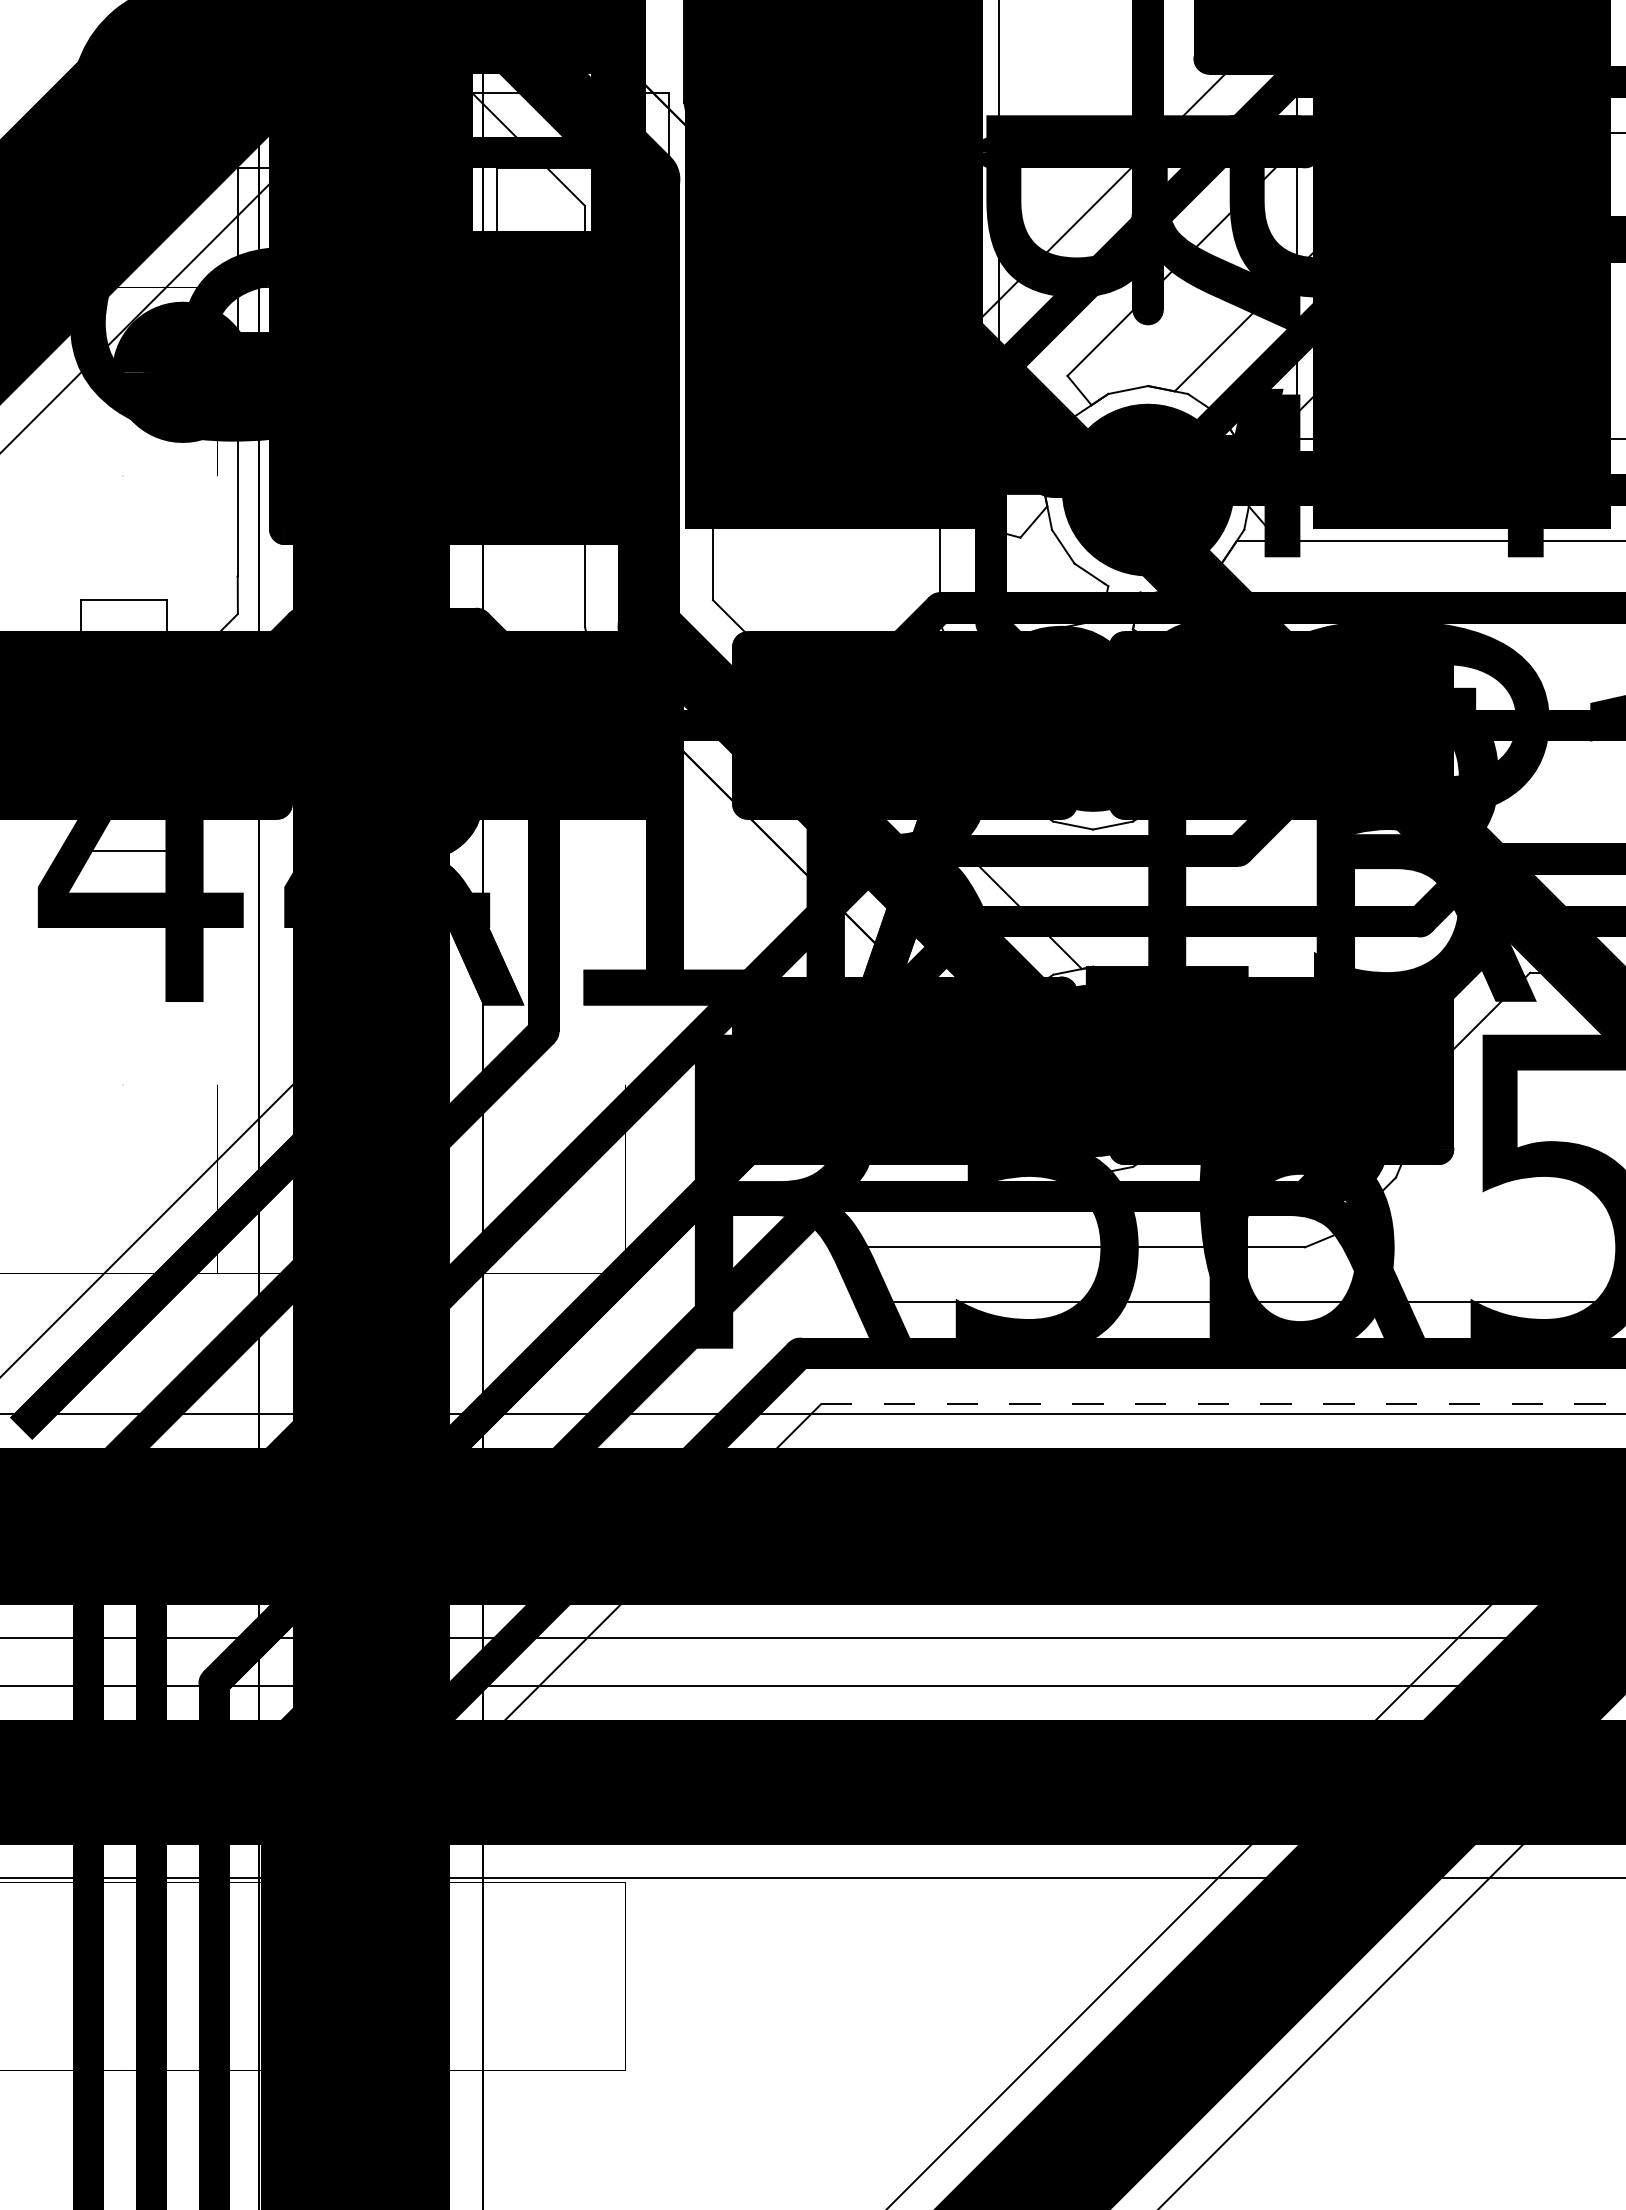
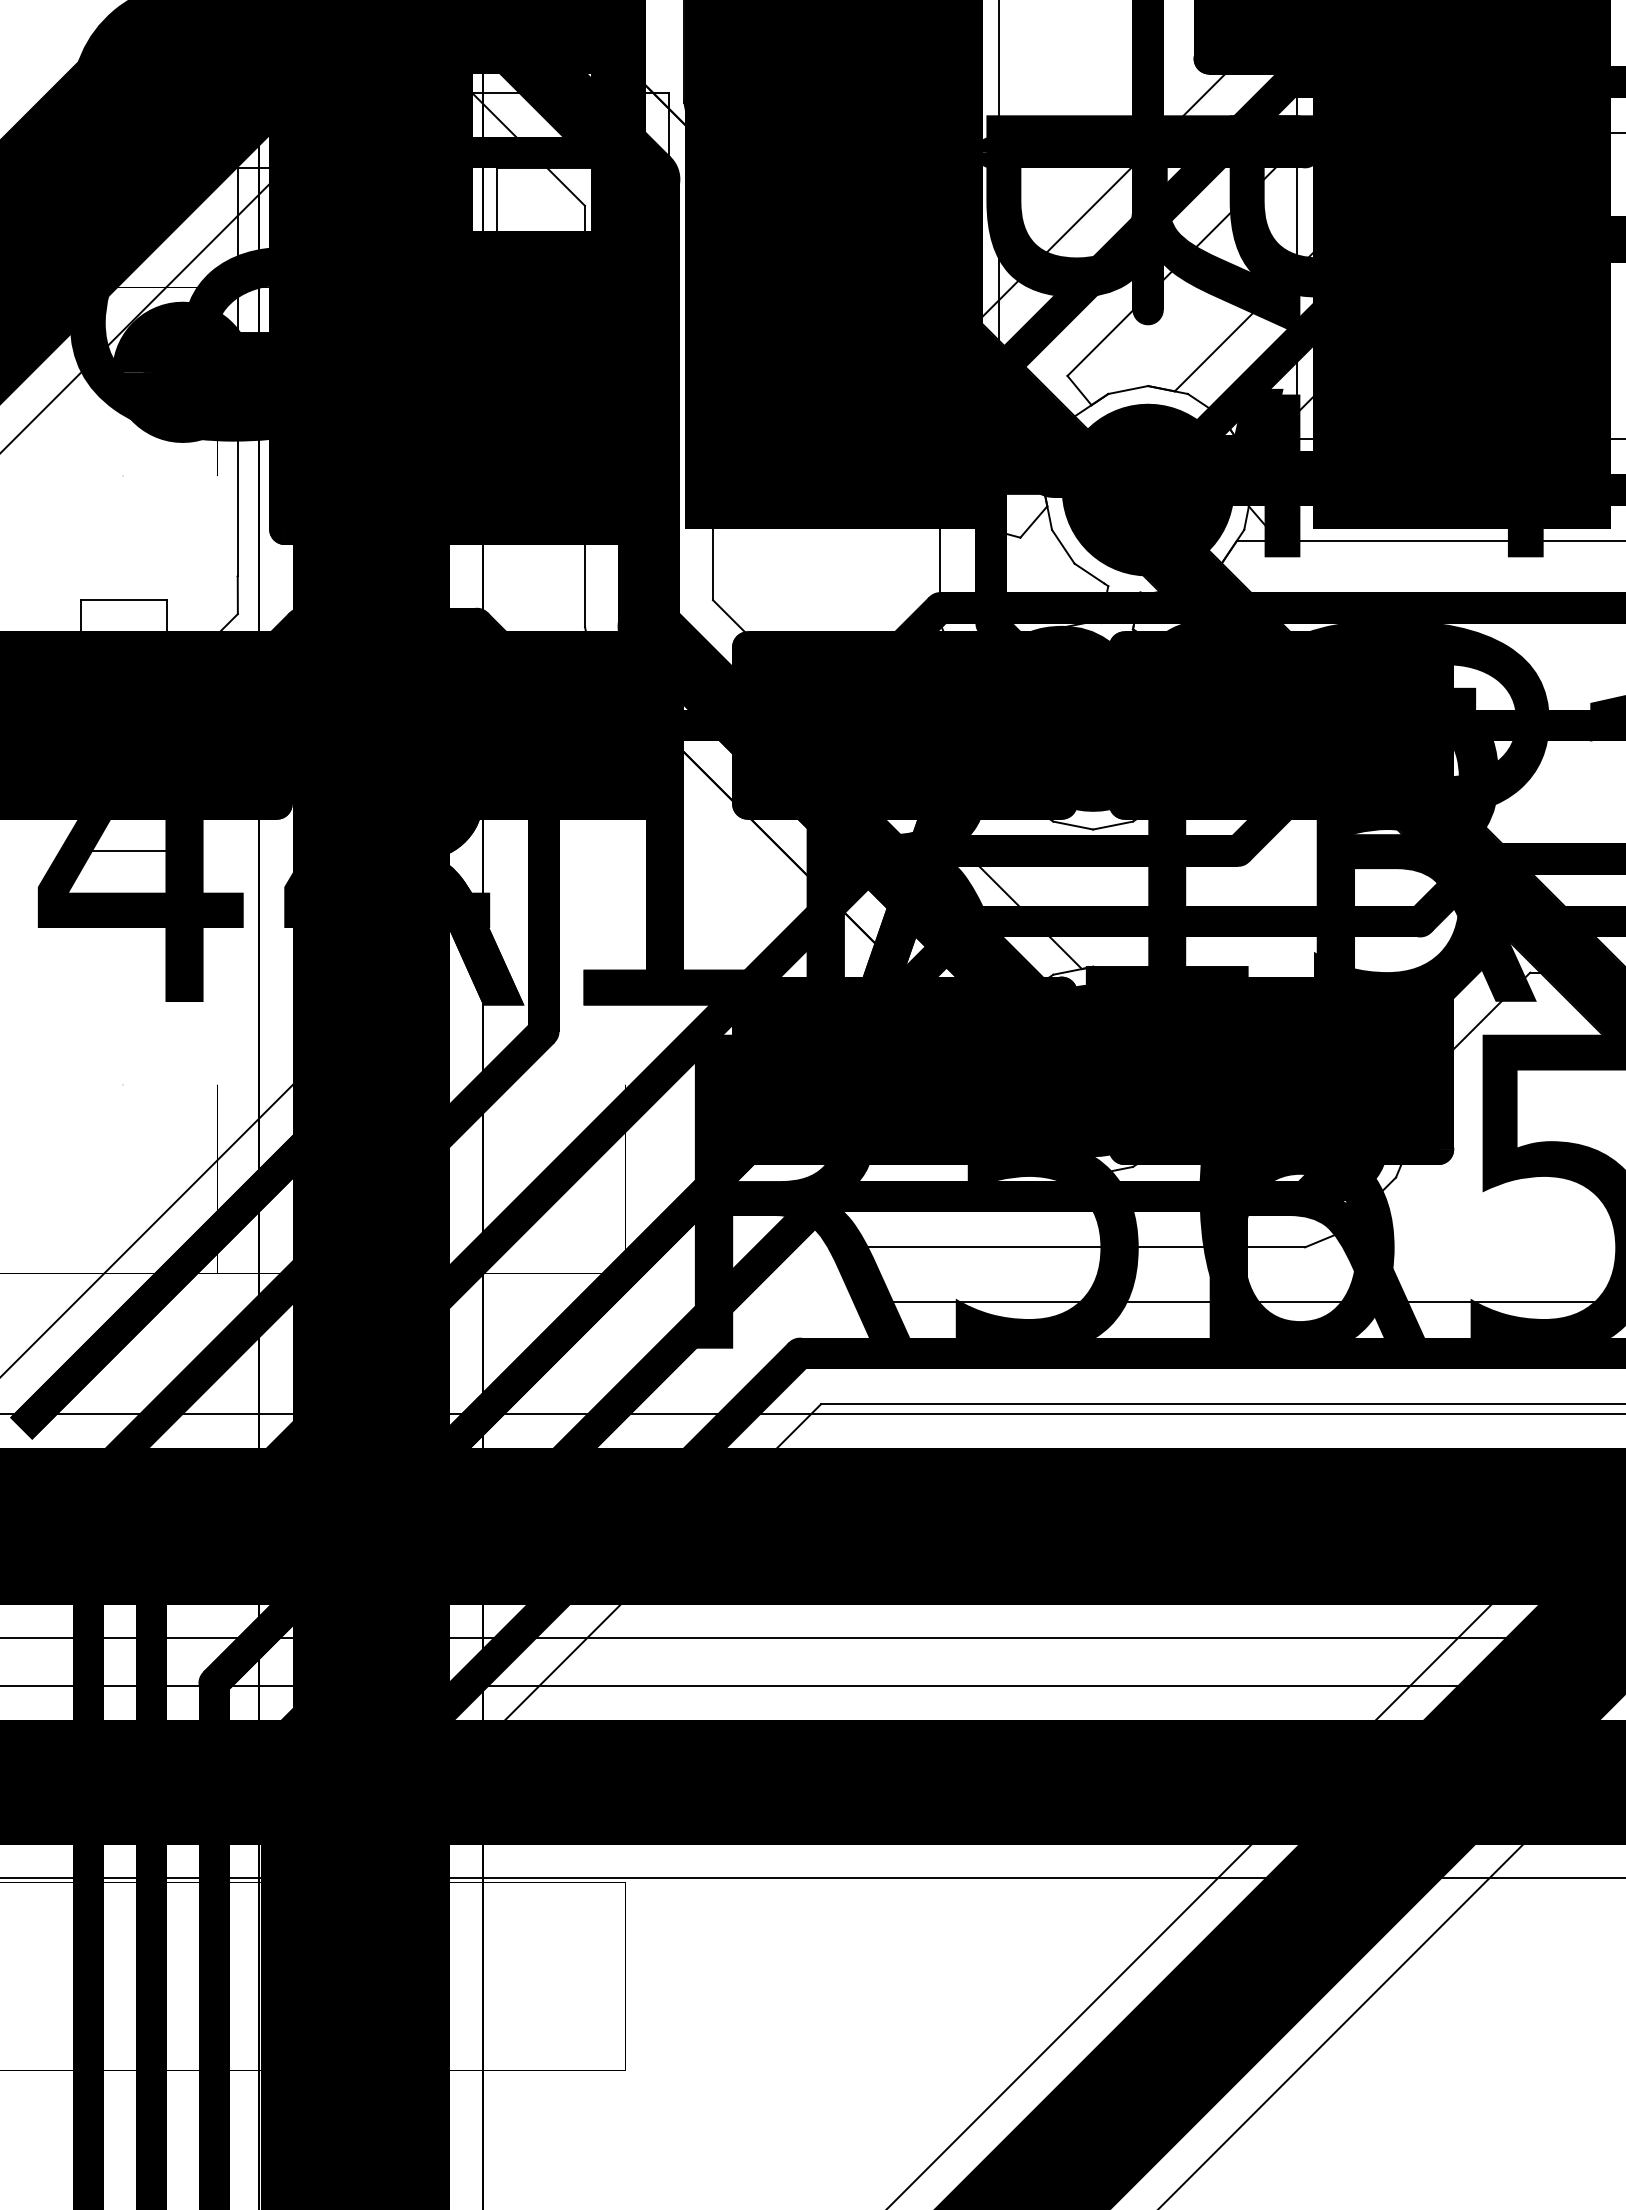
line at (1223, 1404): dashed -> solid
